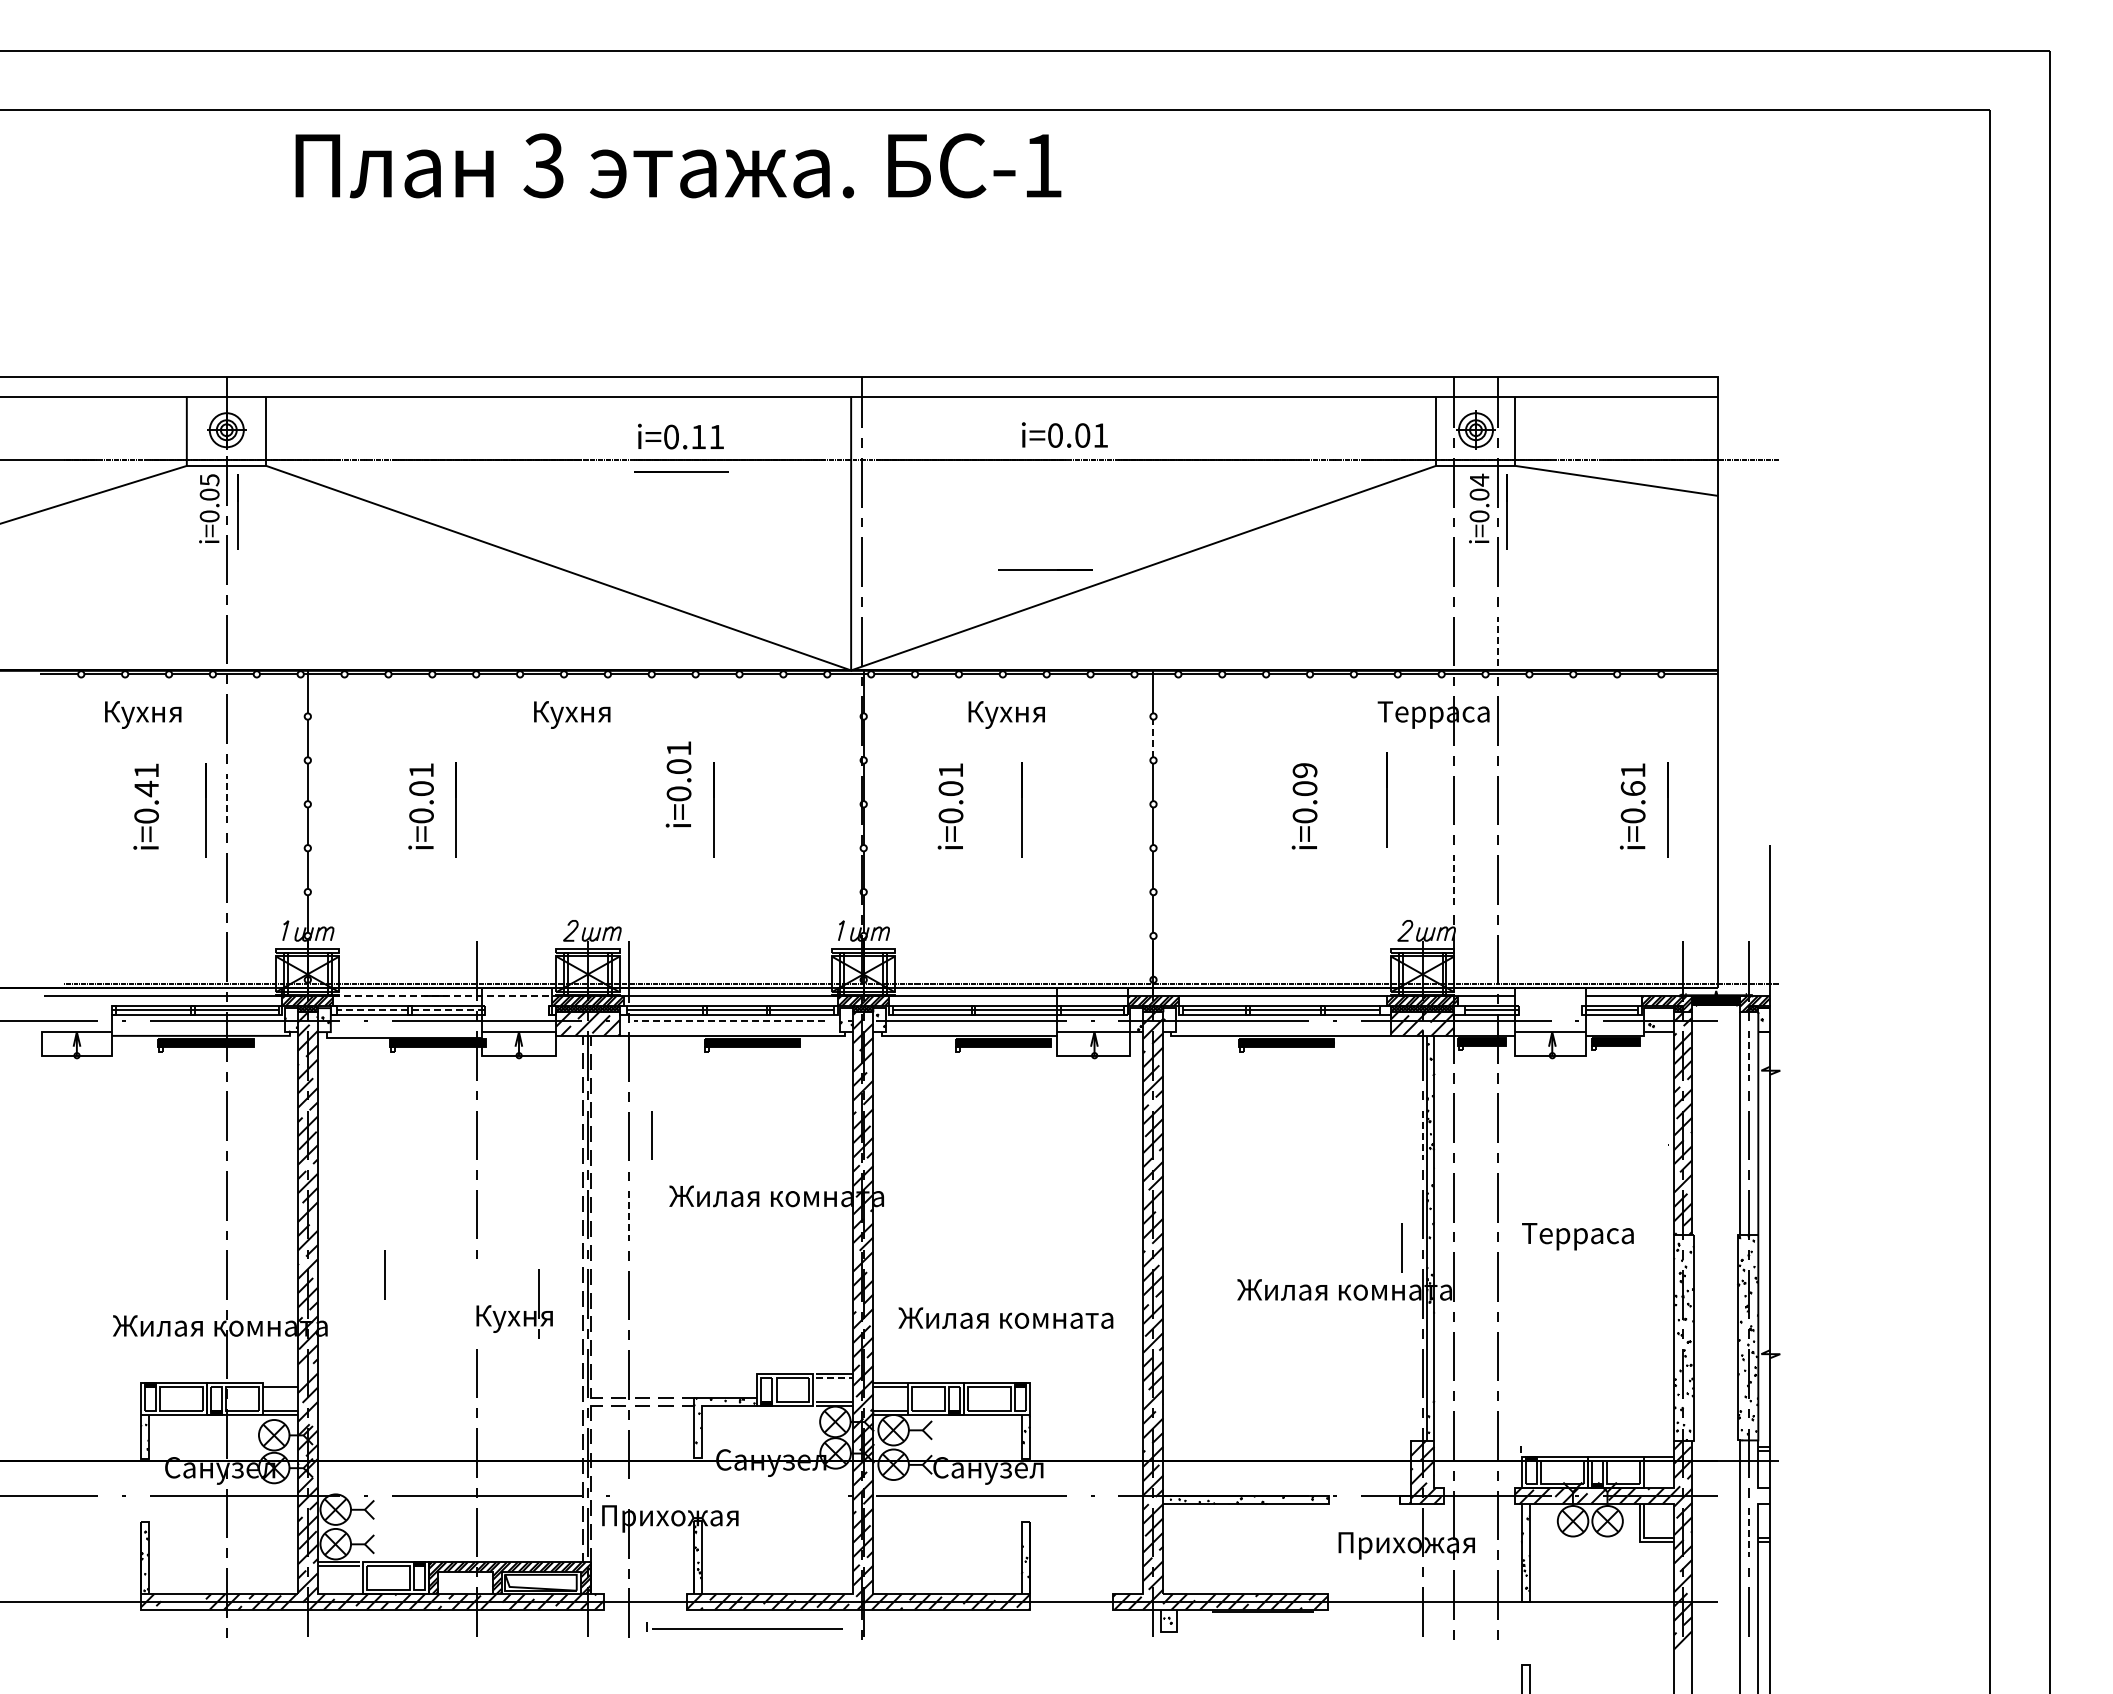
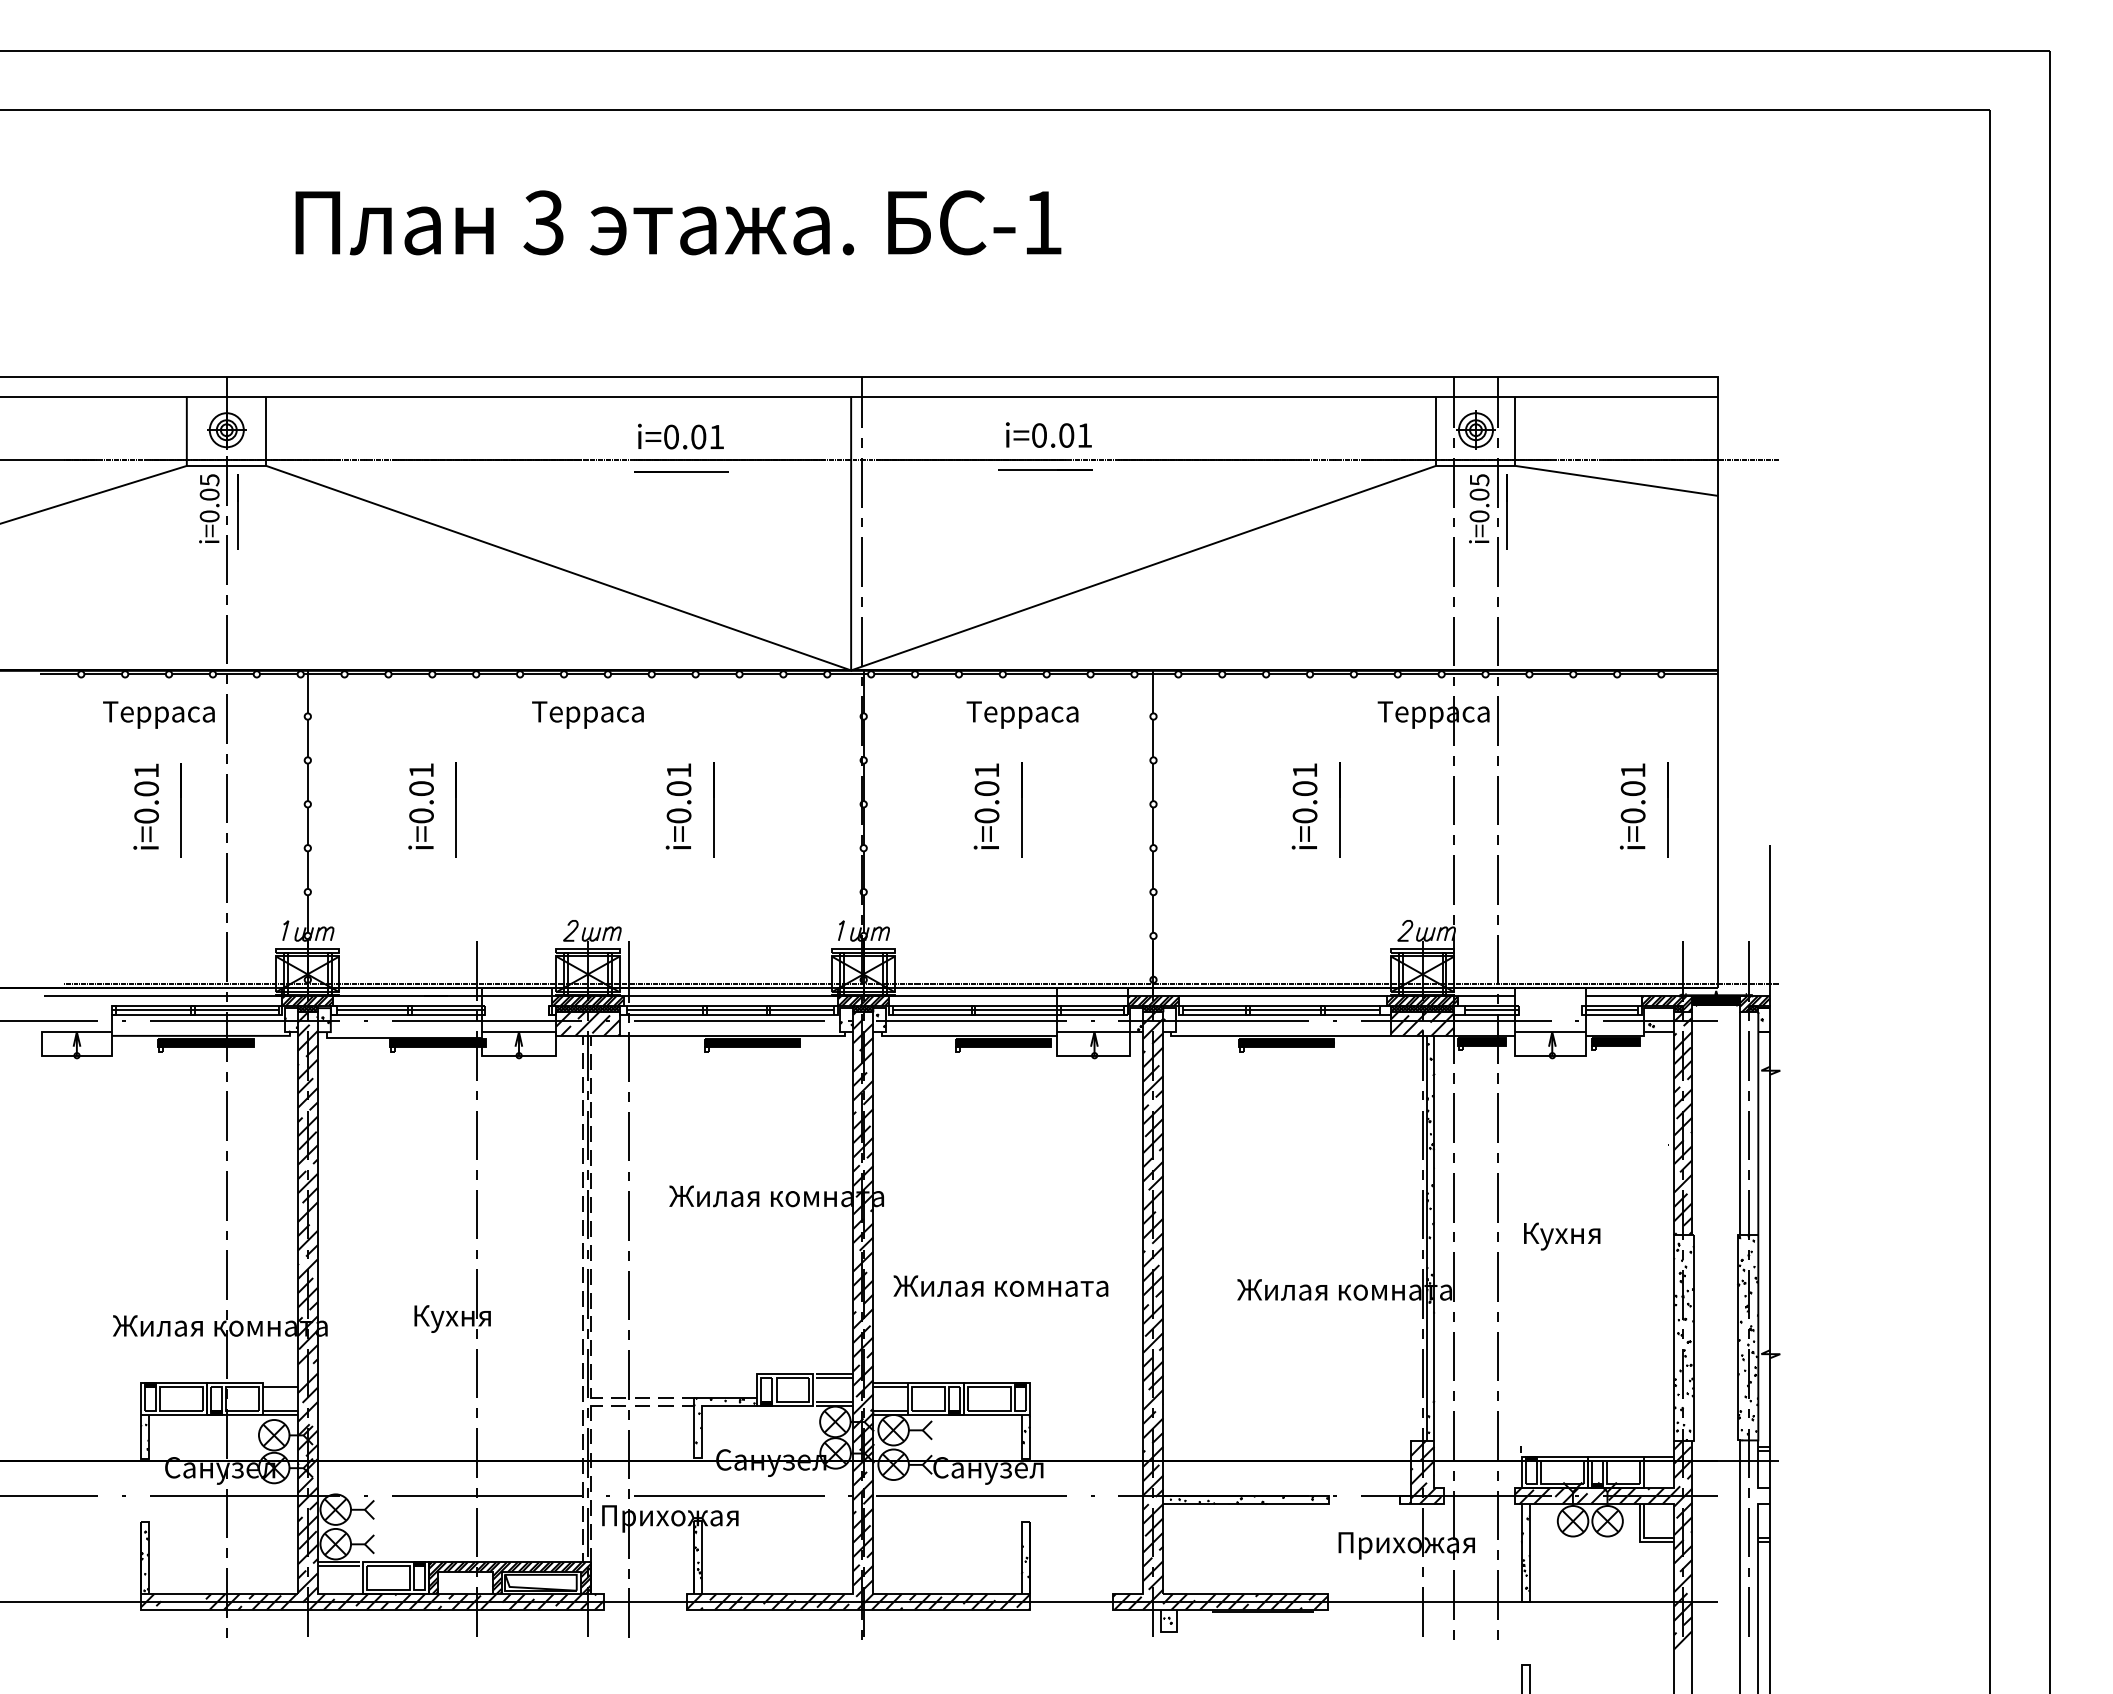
text at (678, 165) position: (678, 165) -> (678, 222)
text at (1064, 434) position: (1064, 434) -> (1048, 434)
text at (698, 436): i=0.11 -> i=0.01
text at (1479, 479): i=0.04 -> i=0.05
line at (1045, 569) position: (1045, 569) -> (1045, 469)
line at (1497, 641): dashed -> solid
text at (158, 714): Кухня -> Терраса
text at (587, 714): Кухня -> Терраса
text at (1022, 714): Кухня -> Терраса
line at (1153, 738): dashed -> solid
text at (1304, 770): i=0.09 -> i=0.01
text at (678, 784) position: (678, 784) -> (678, 806)
text at (146, 788): i=0.41 -> i=0.01
text at (1632, 788): i=0.61 -> i=0.01
line at (226, 798): dashed -> solid
line at (1386, 799) position: (1386, 799) -> (1339, 809)
text at (950, 806) position: (950, 806) -> (986, 806)
line at (205, 810) position: (205, 810) -> (180, 810)
line at (1453, 879): dashed -> solid
line at (447, 996): dashed -> solid
line at (411, 1010): dashed -> solid
line at (728, 1021): dashed -> solid
line at (1748, 1056): dashed -> solid
line at (651, 1135): present -> none
line at (1422, 1135): dashed -> solid
line at (628, 1216): dashed -> solid
text at (1577, 1236): Терраса -> Кухня
line at (1401, 1247): present -> none
line at (384, 1274): present -> none
part at (517, 1311) position: (517, 1311) -> (455, 1311)
text at (1005, 1317) position: (1005, 1317) -> (1000, 1285)
line at (834, 1378): dashed -> solid
line at (1748, 1532): dashed -> solid
part at (744, 1626) position: (744, 1626) -> (726, 1493)
